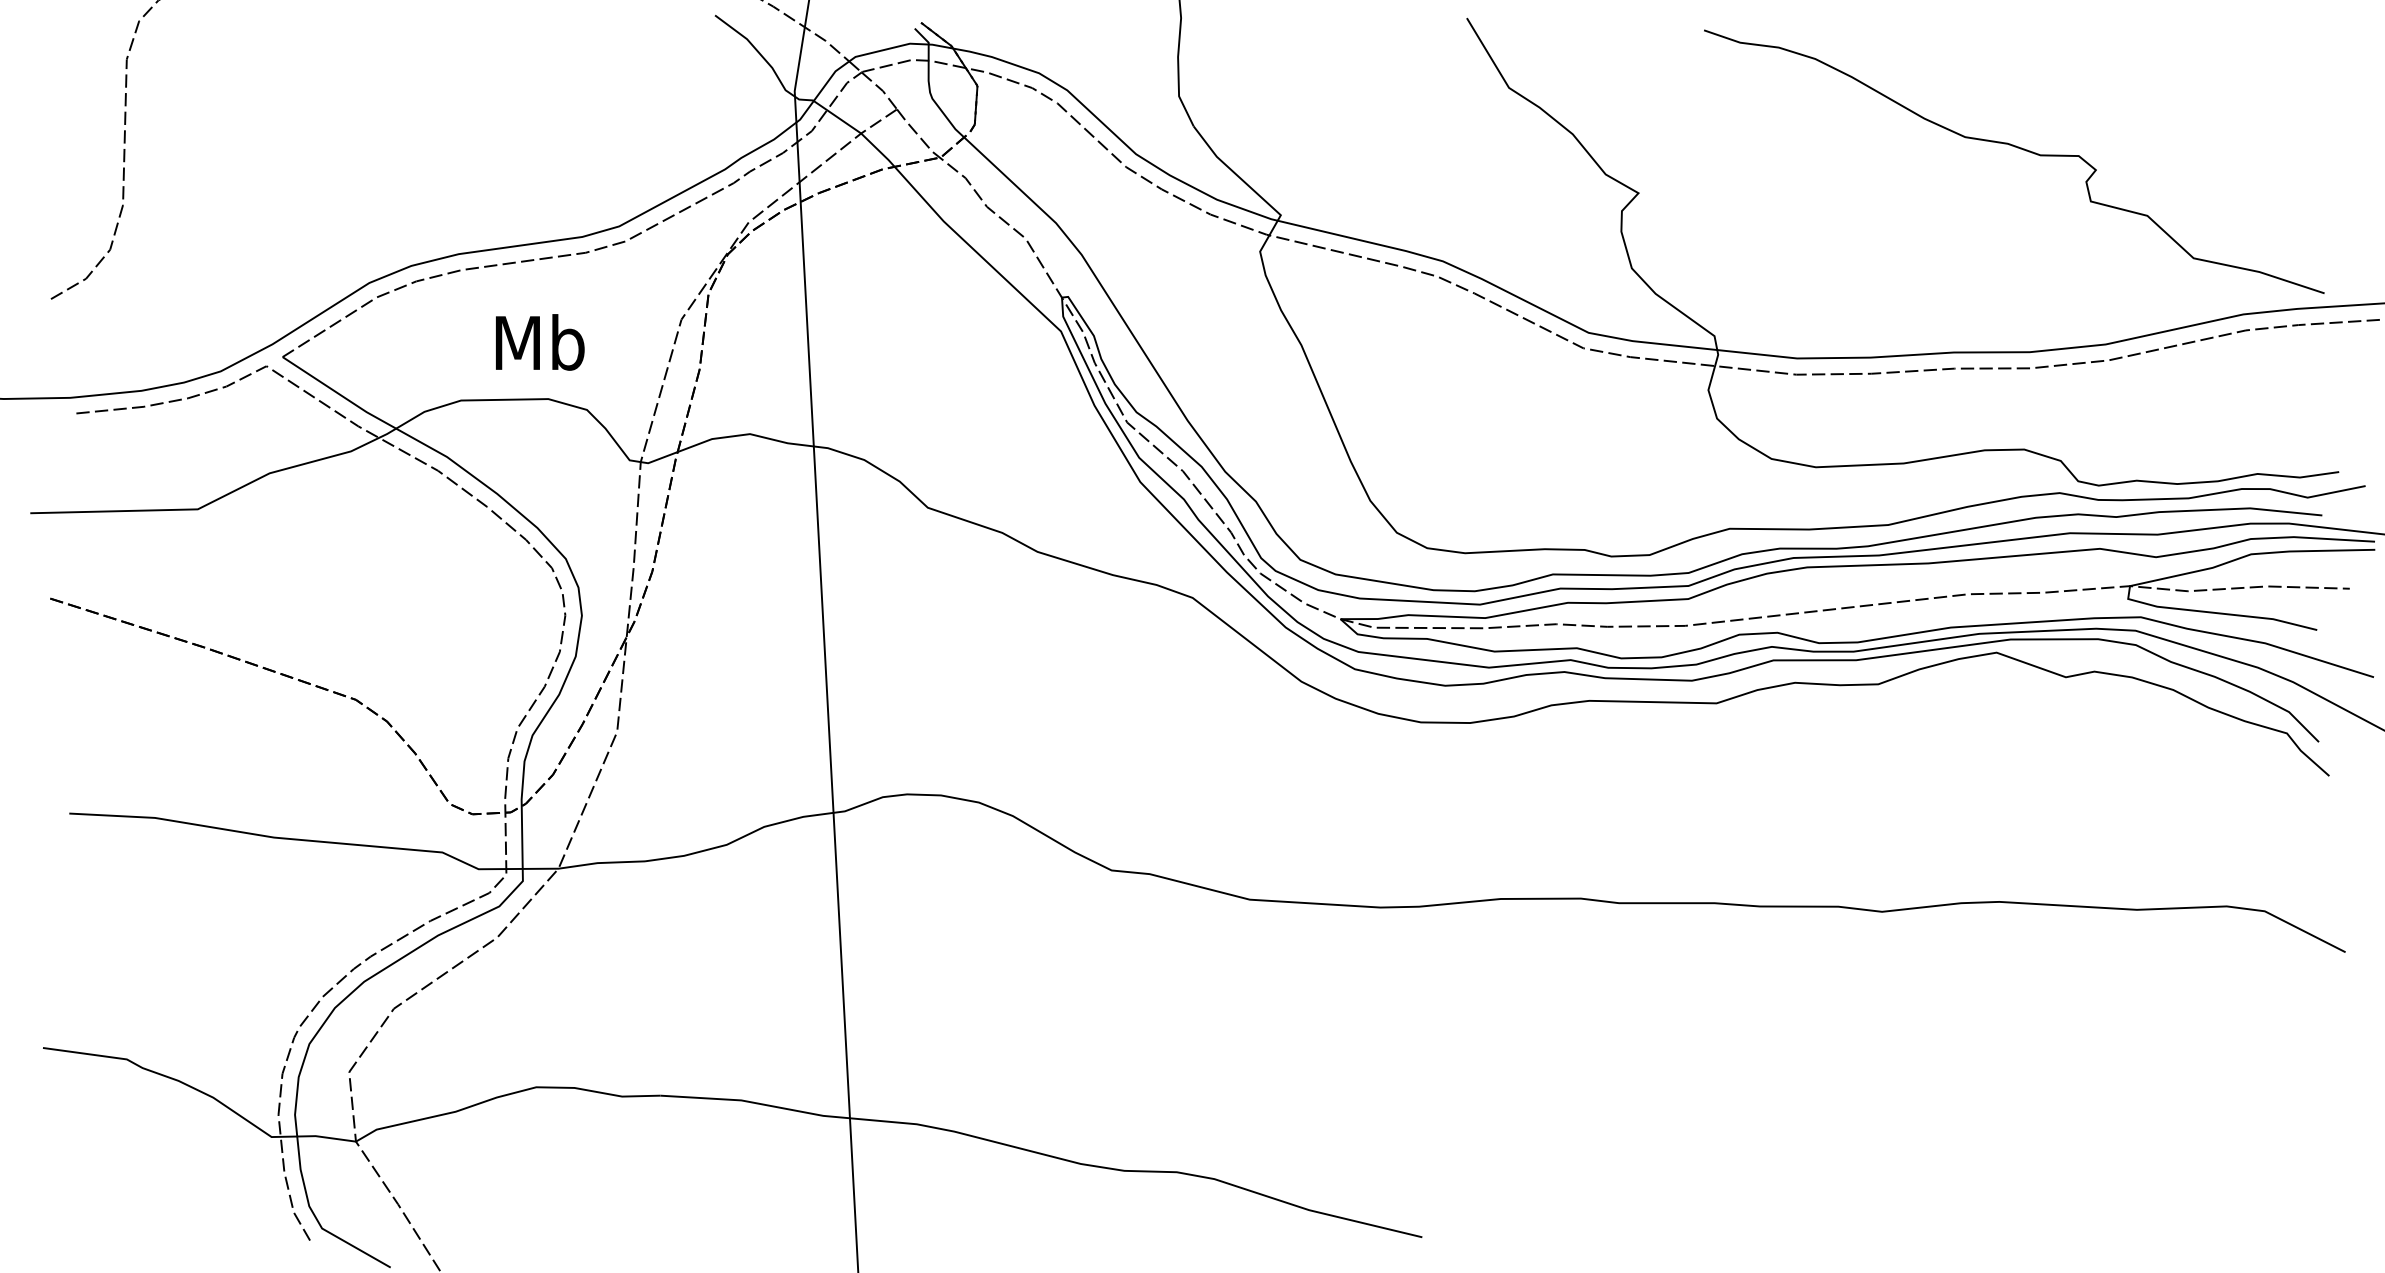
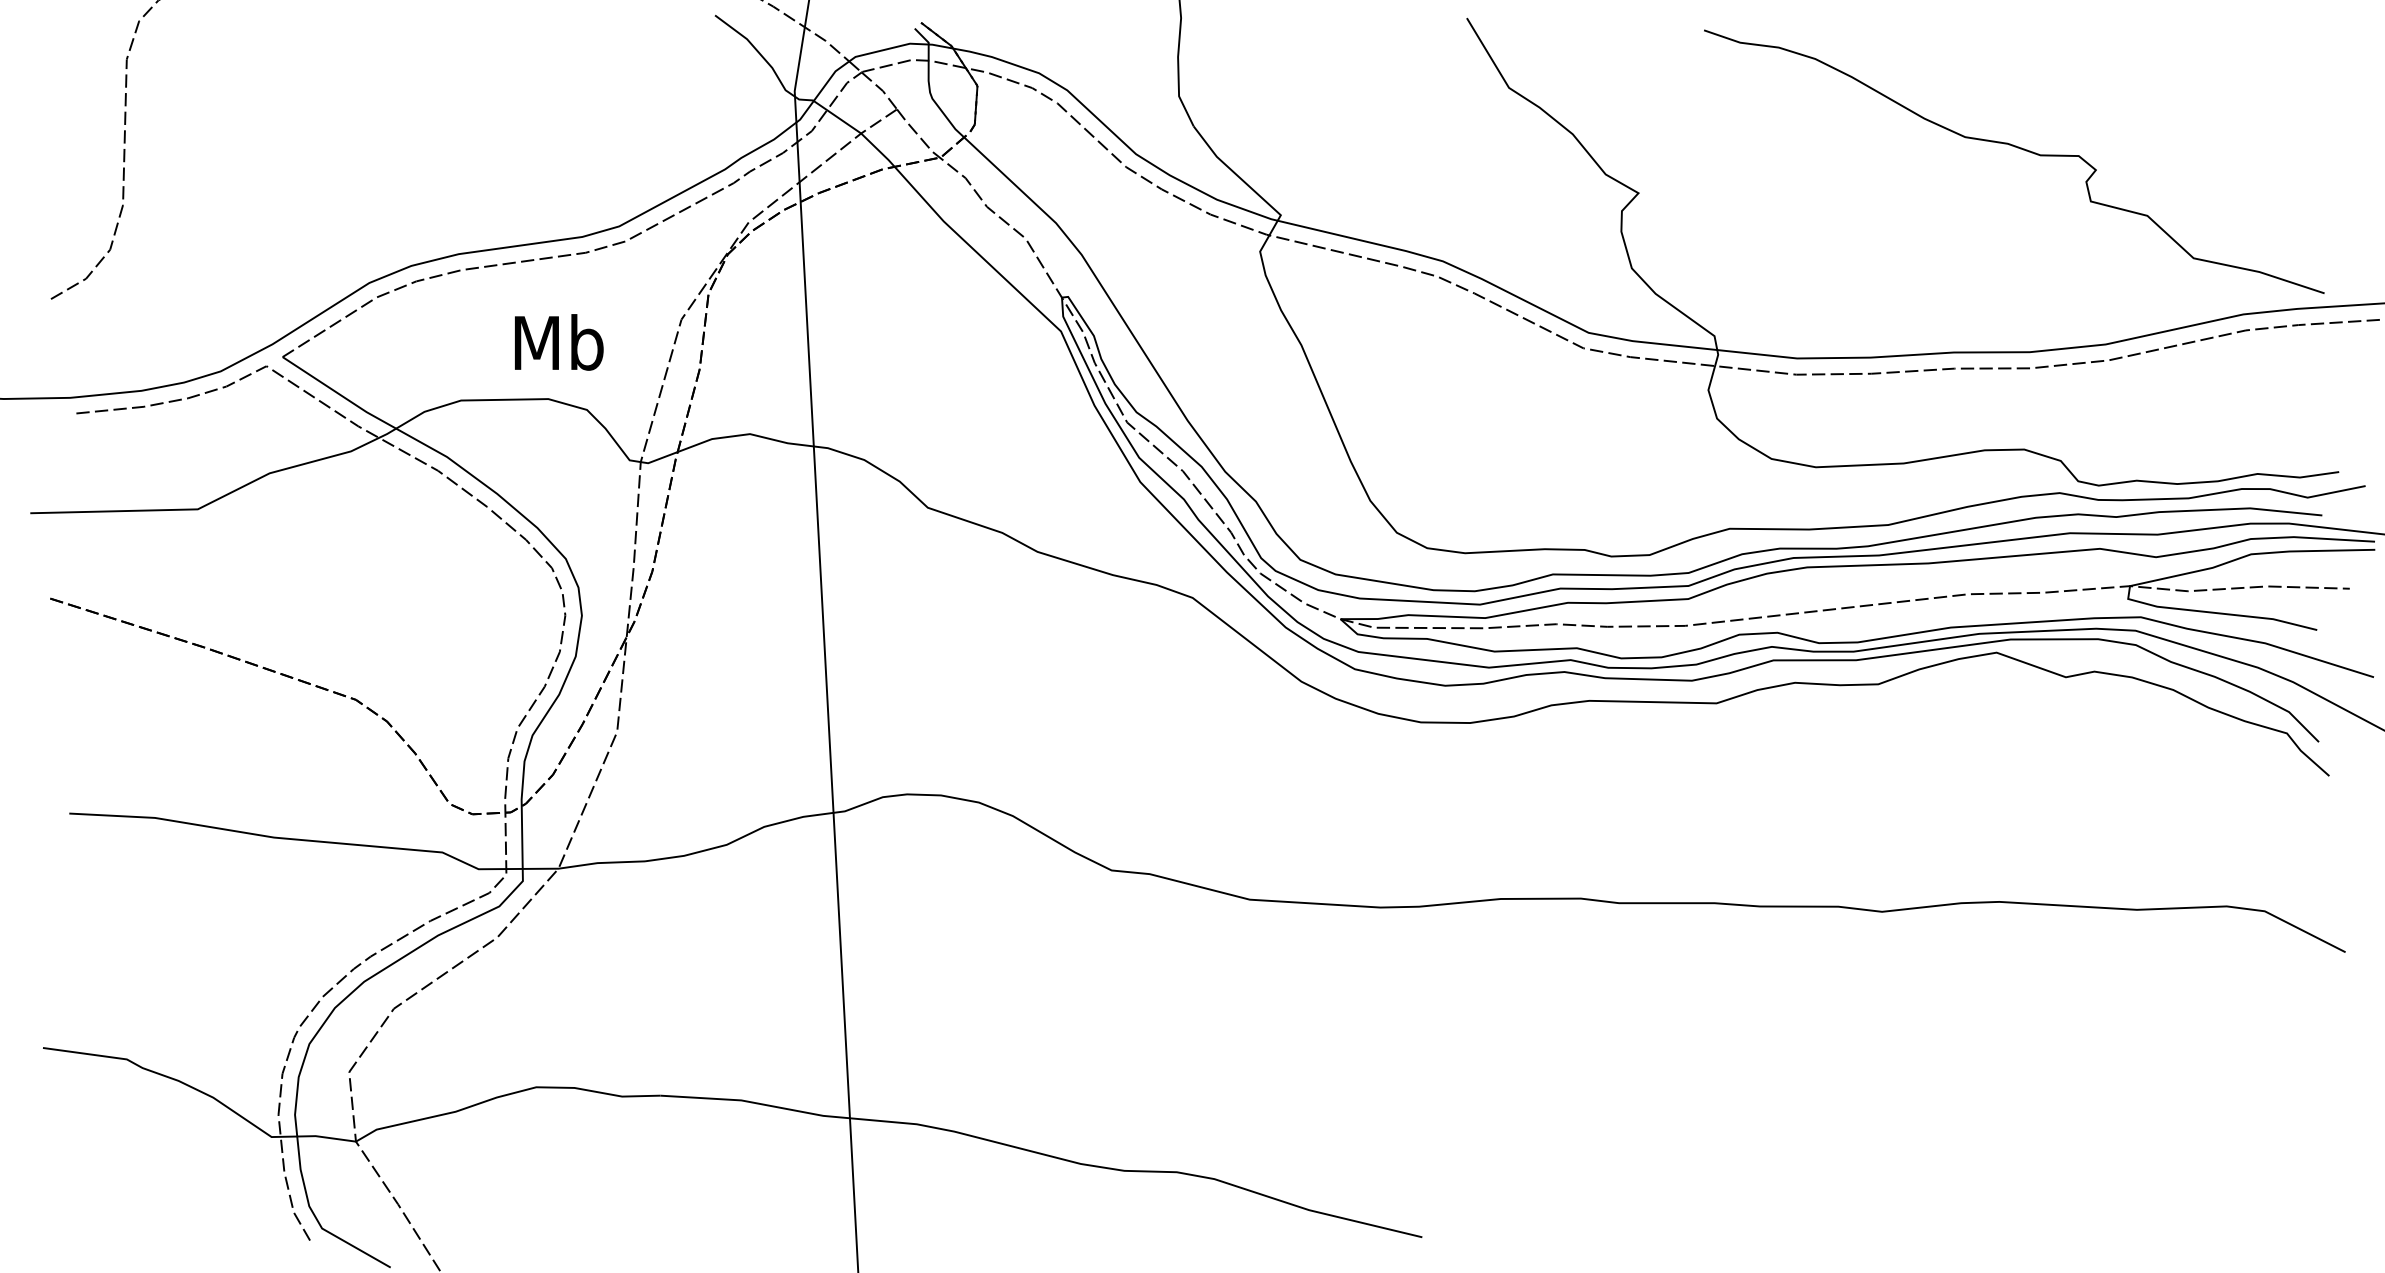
text at (540, 342) position: (540, 342) -> (559, 342)
